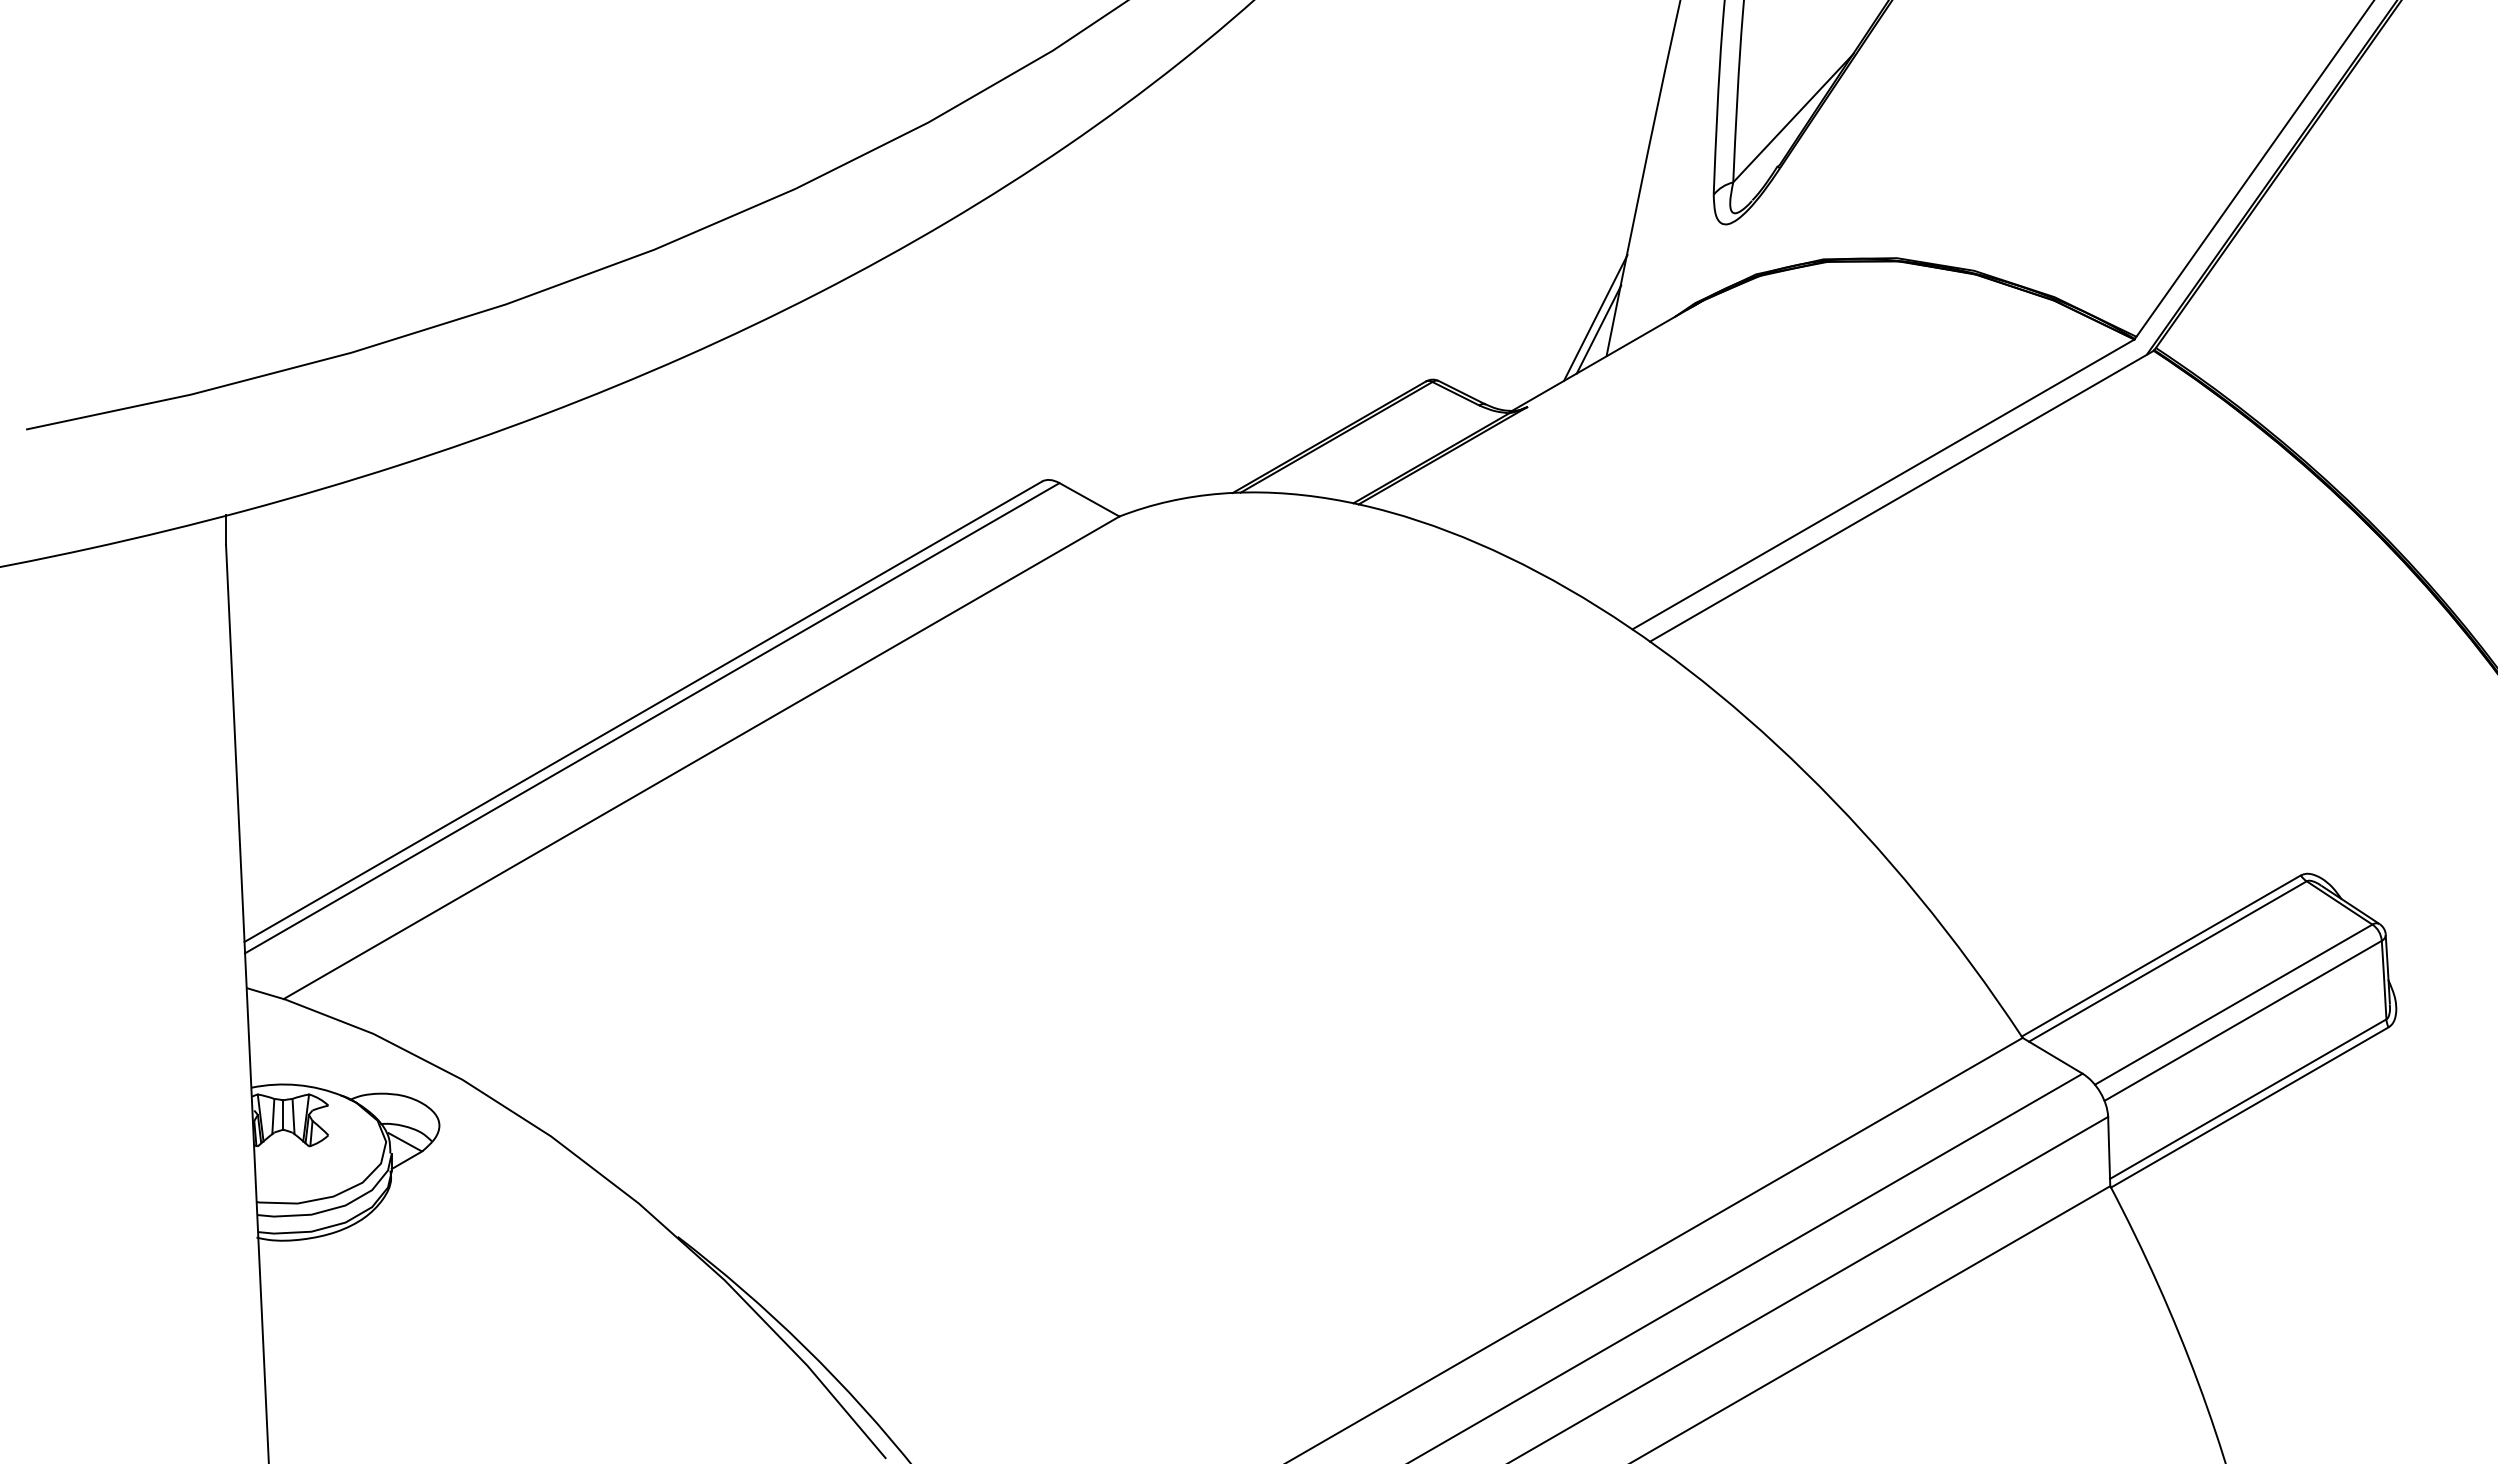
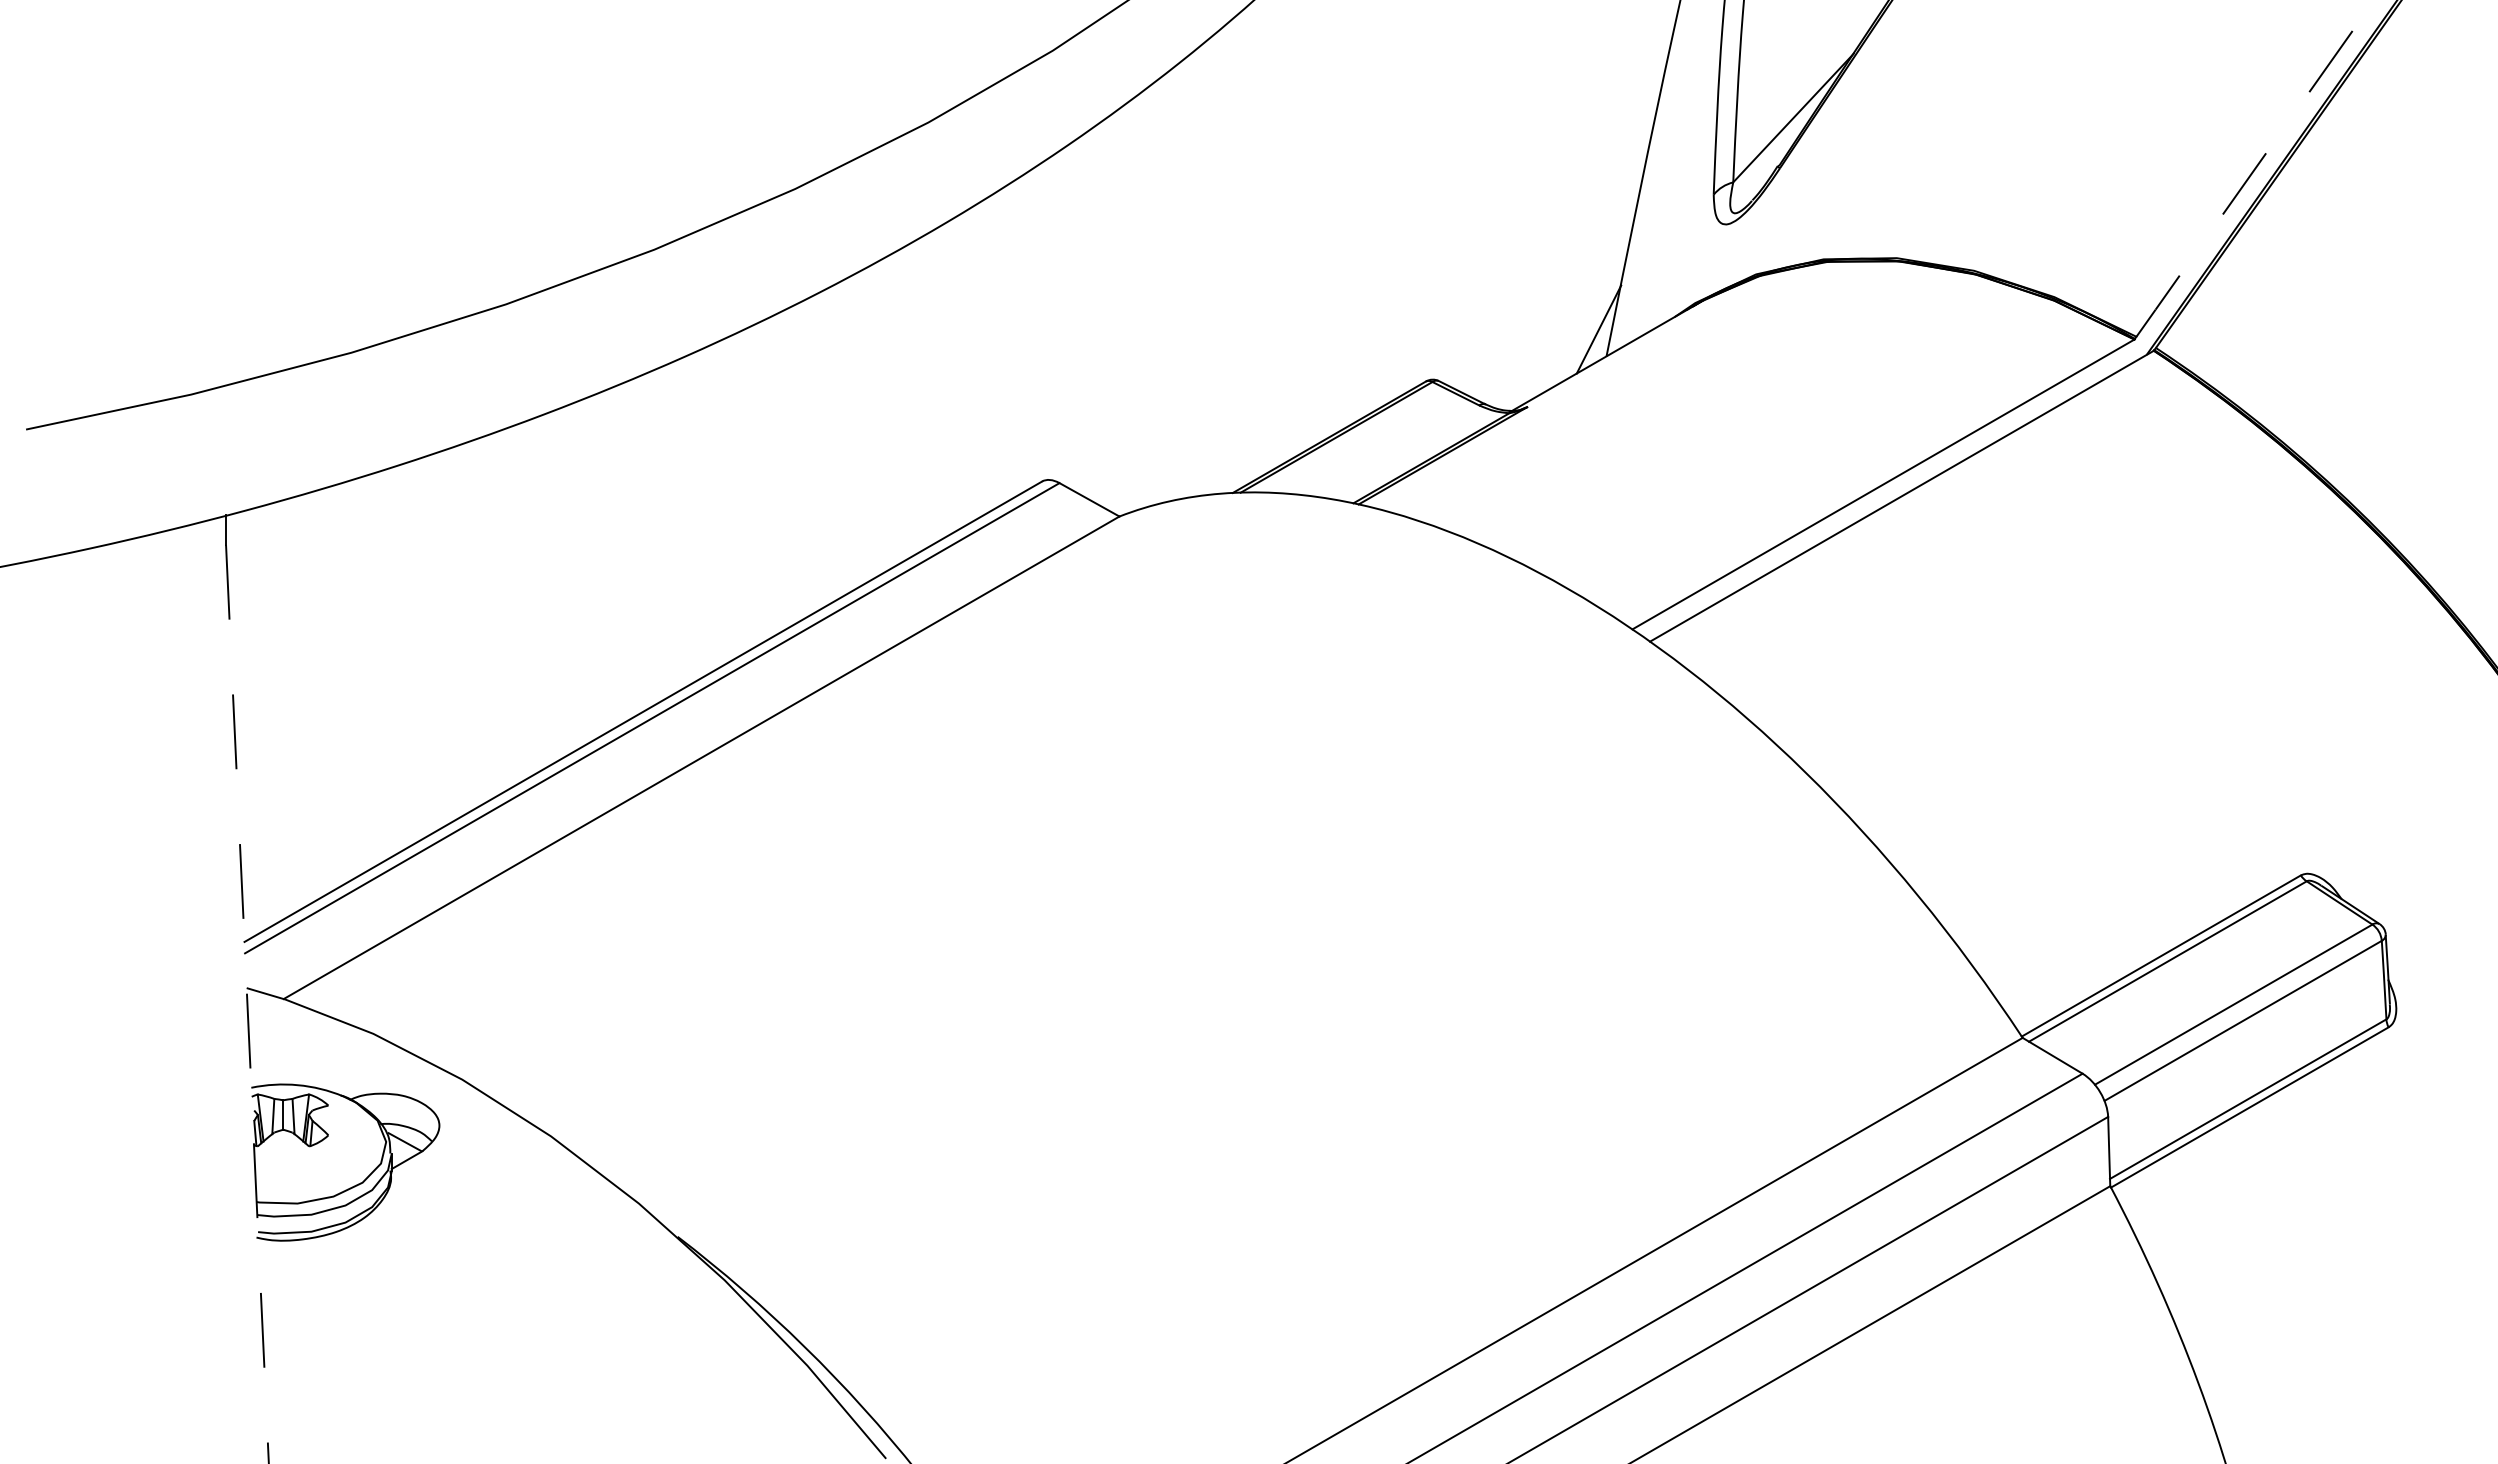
line at (2254, 169): solid -> dashed
line at (1595, 317): present -> none
line at (247, 1004): solid -> dashed
